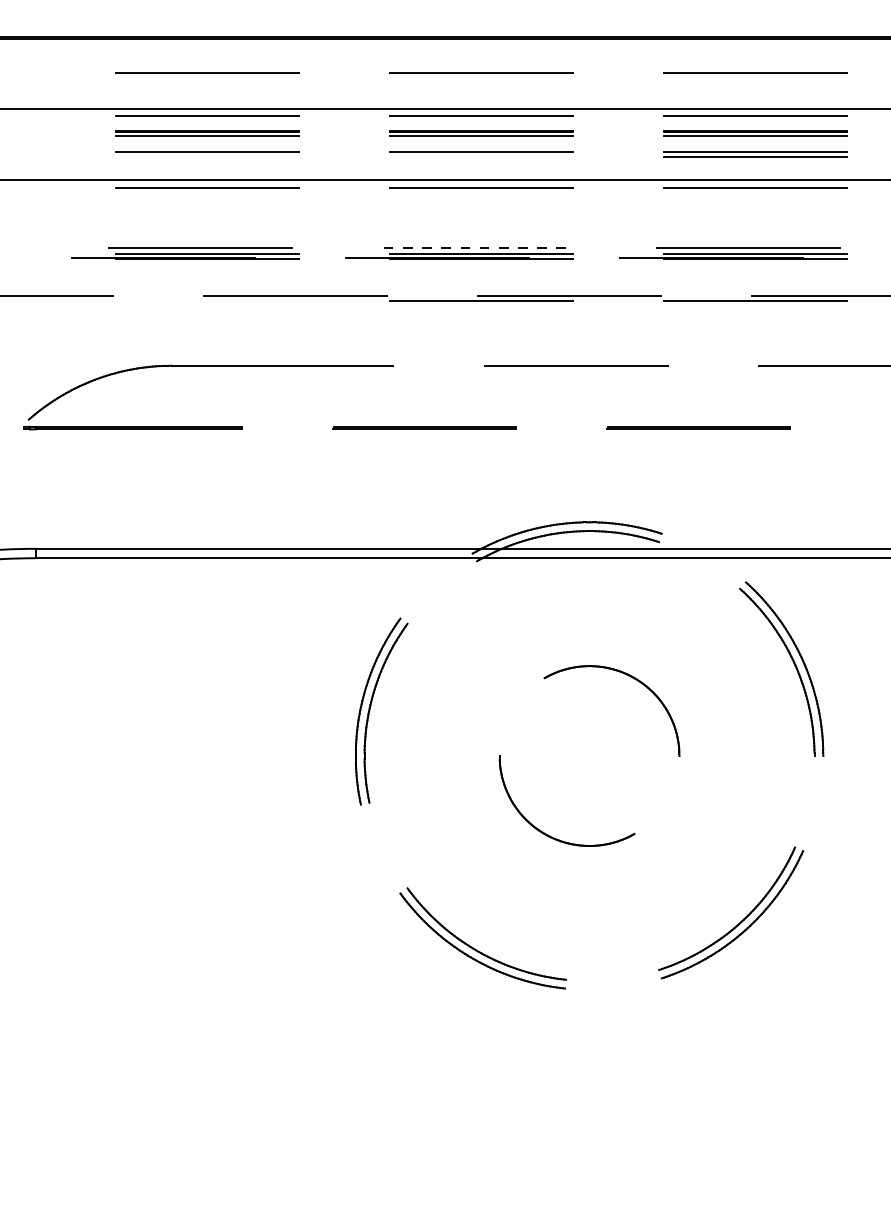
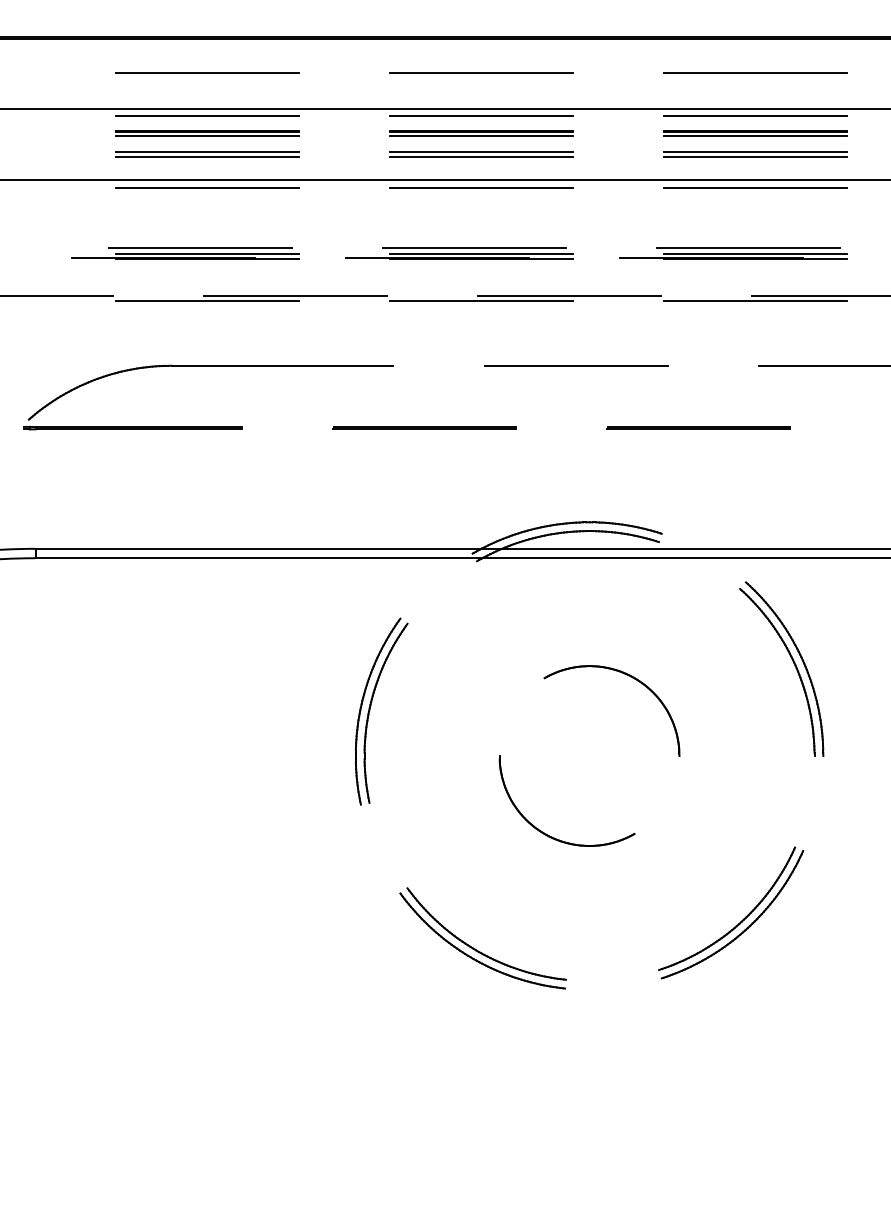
line at (207, 157): none -> present
line at (481, 157): none -> present
line at (474, 247): dashed -> solid
line at (206, 300): none -> present
